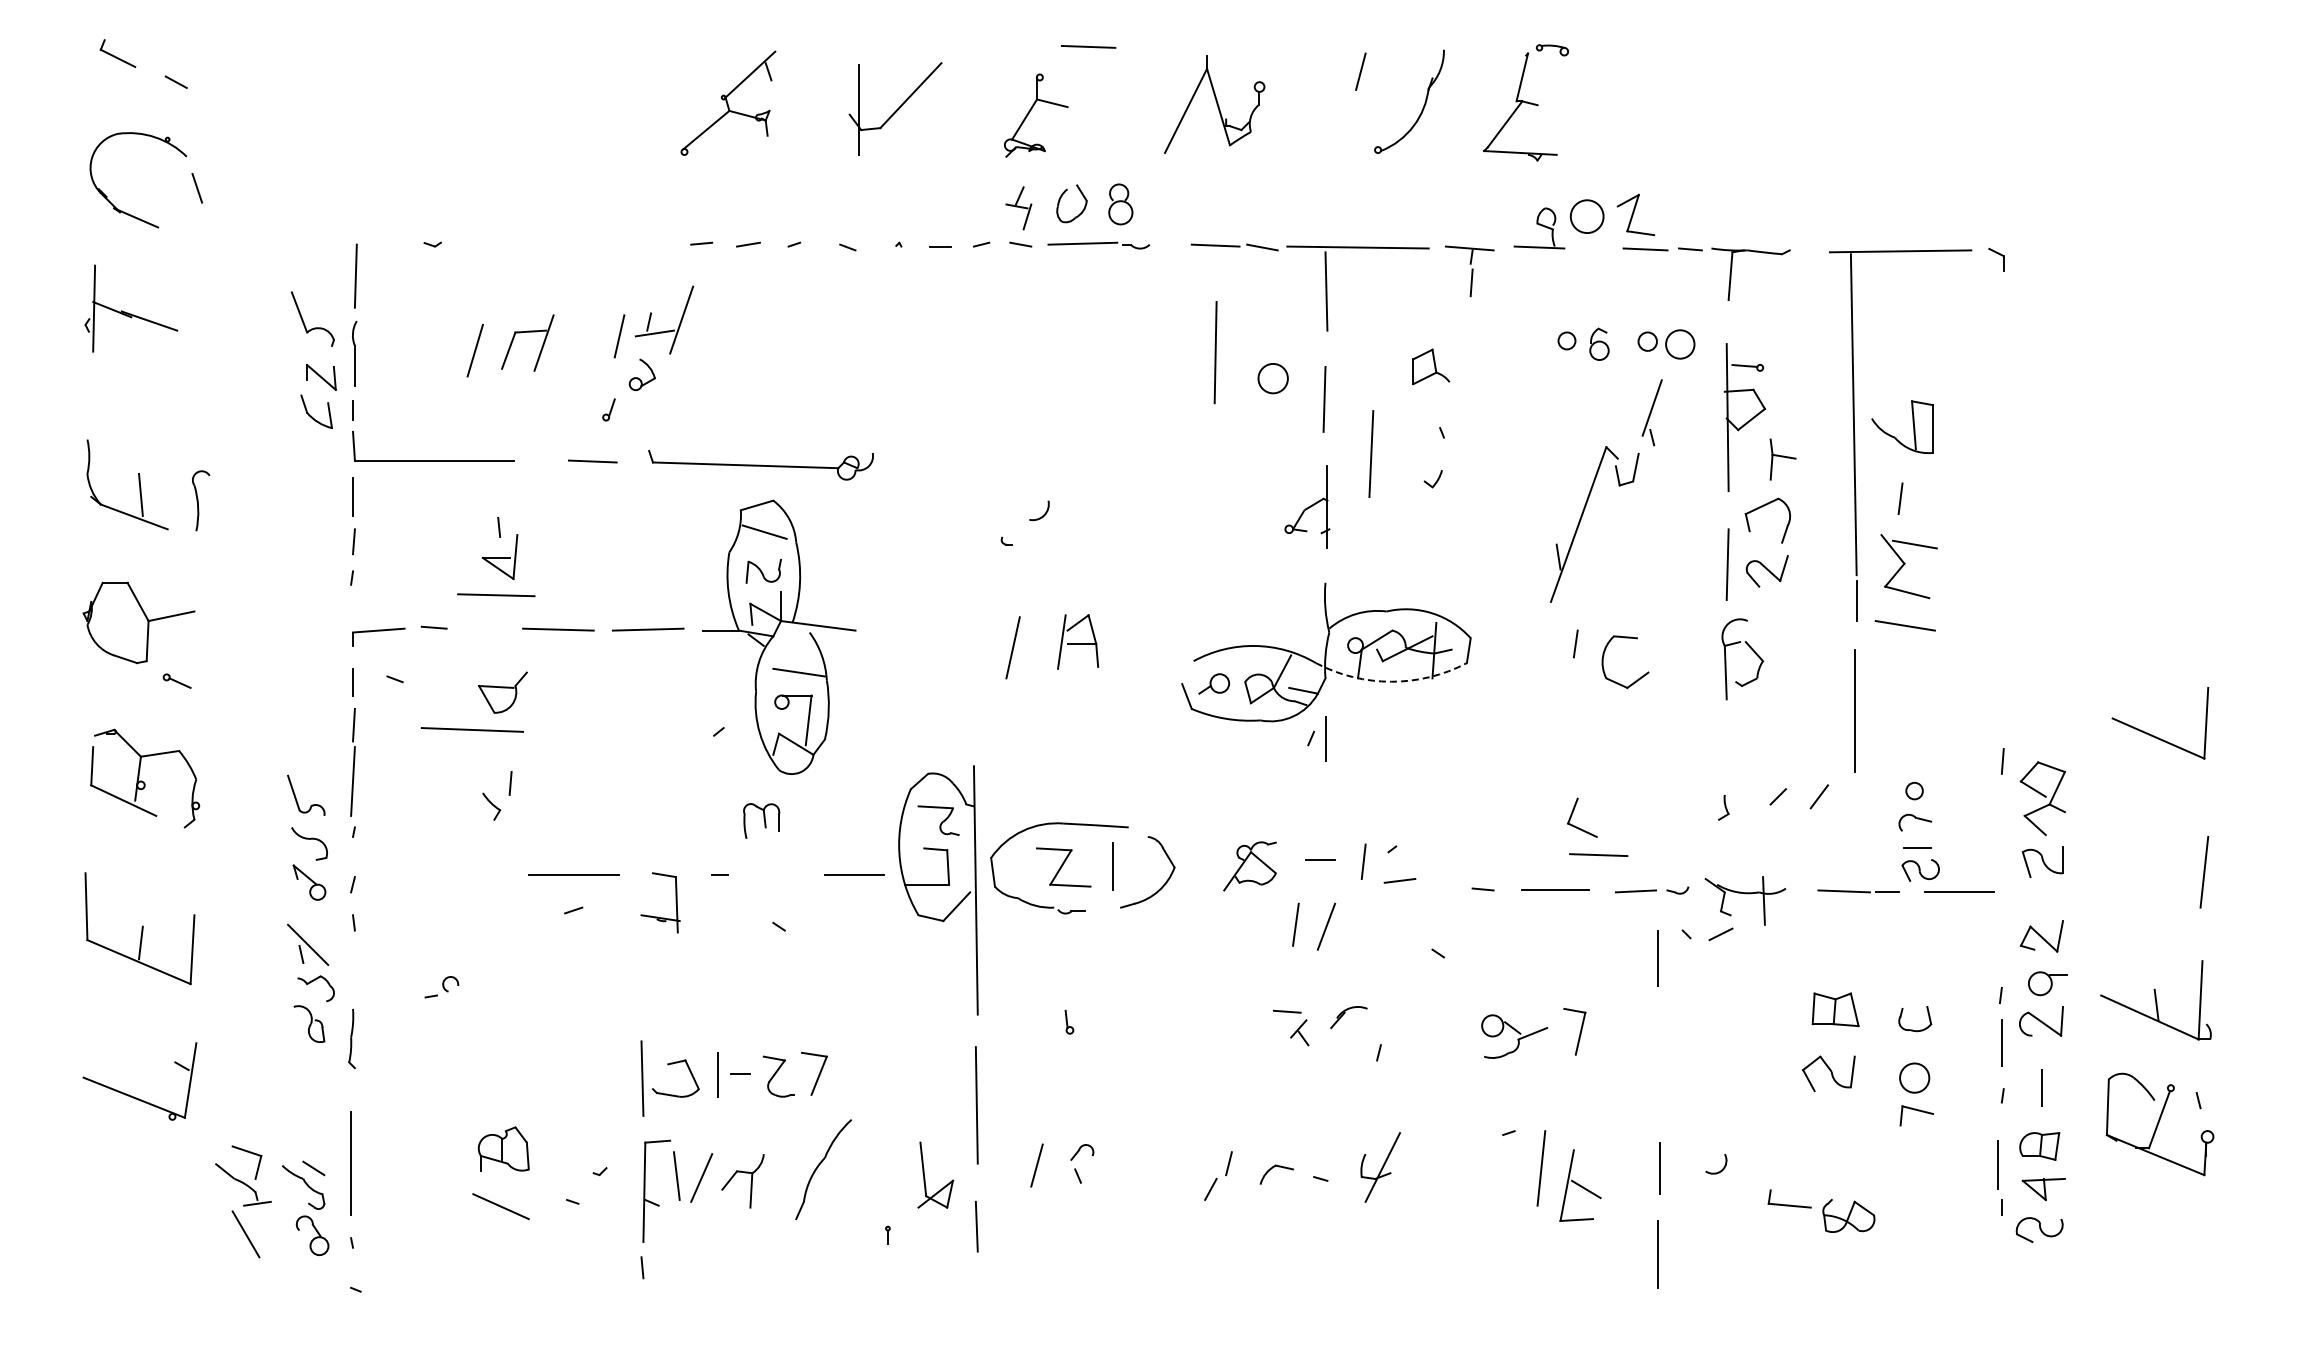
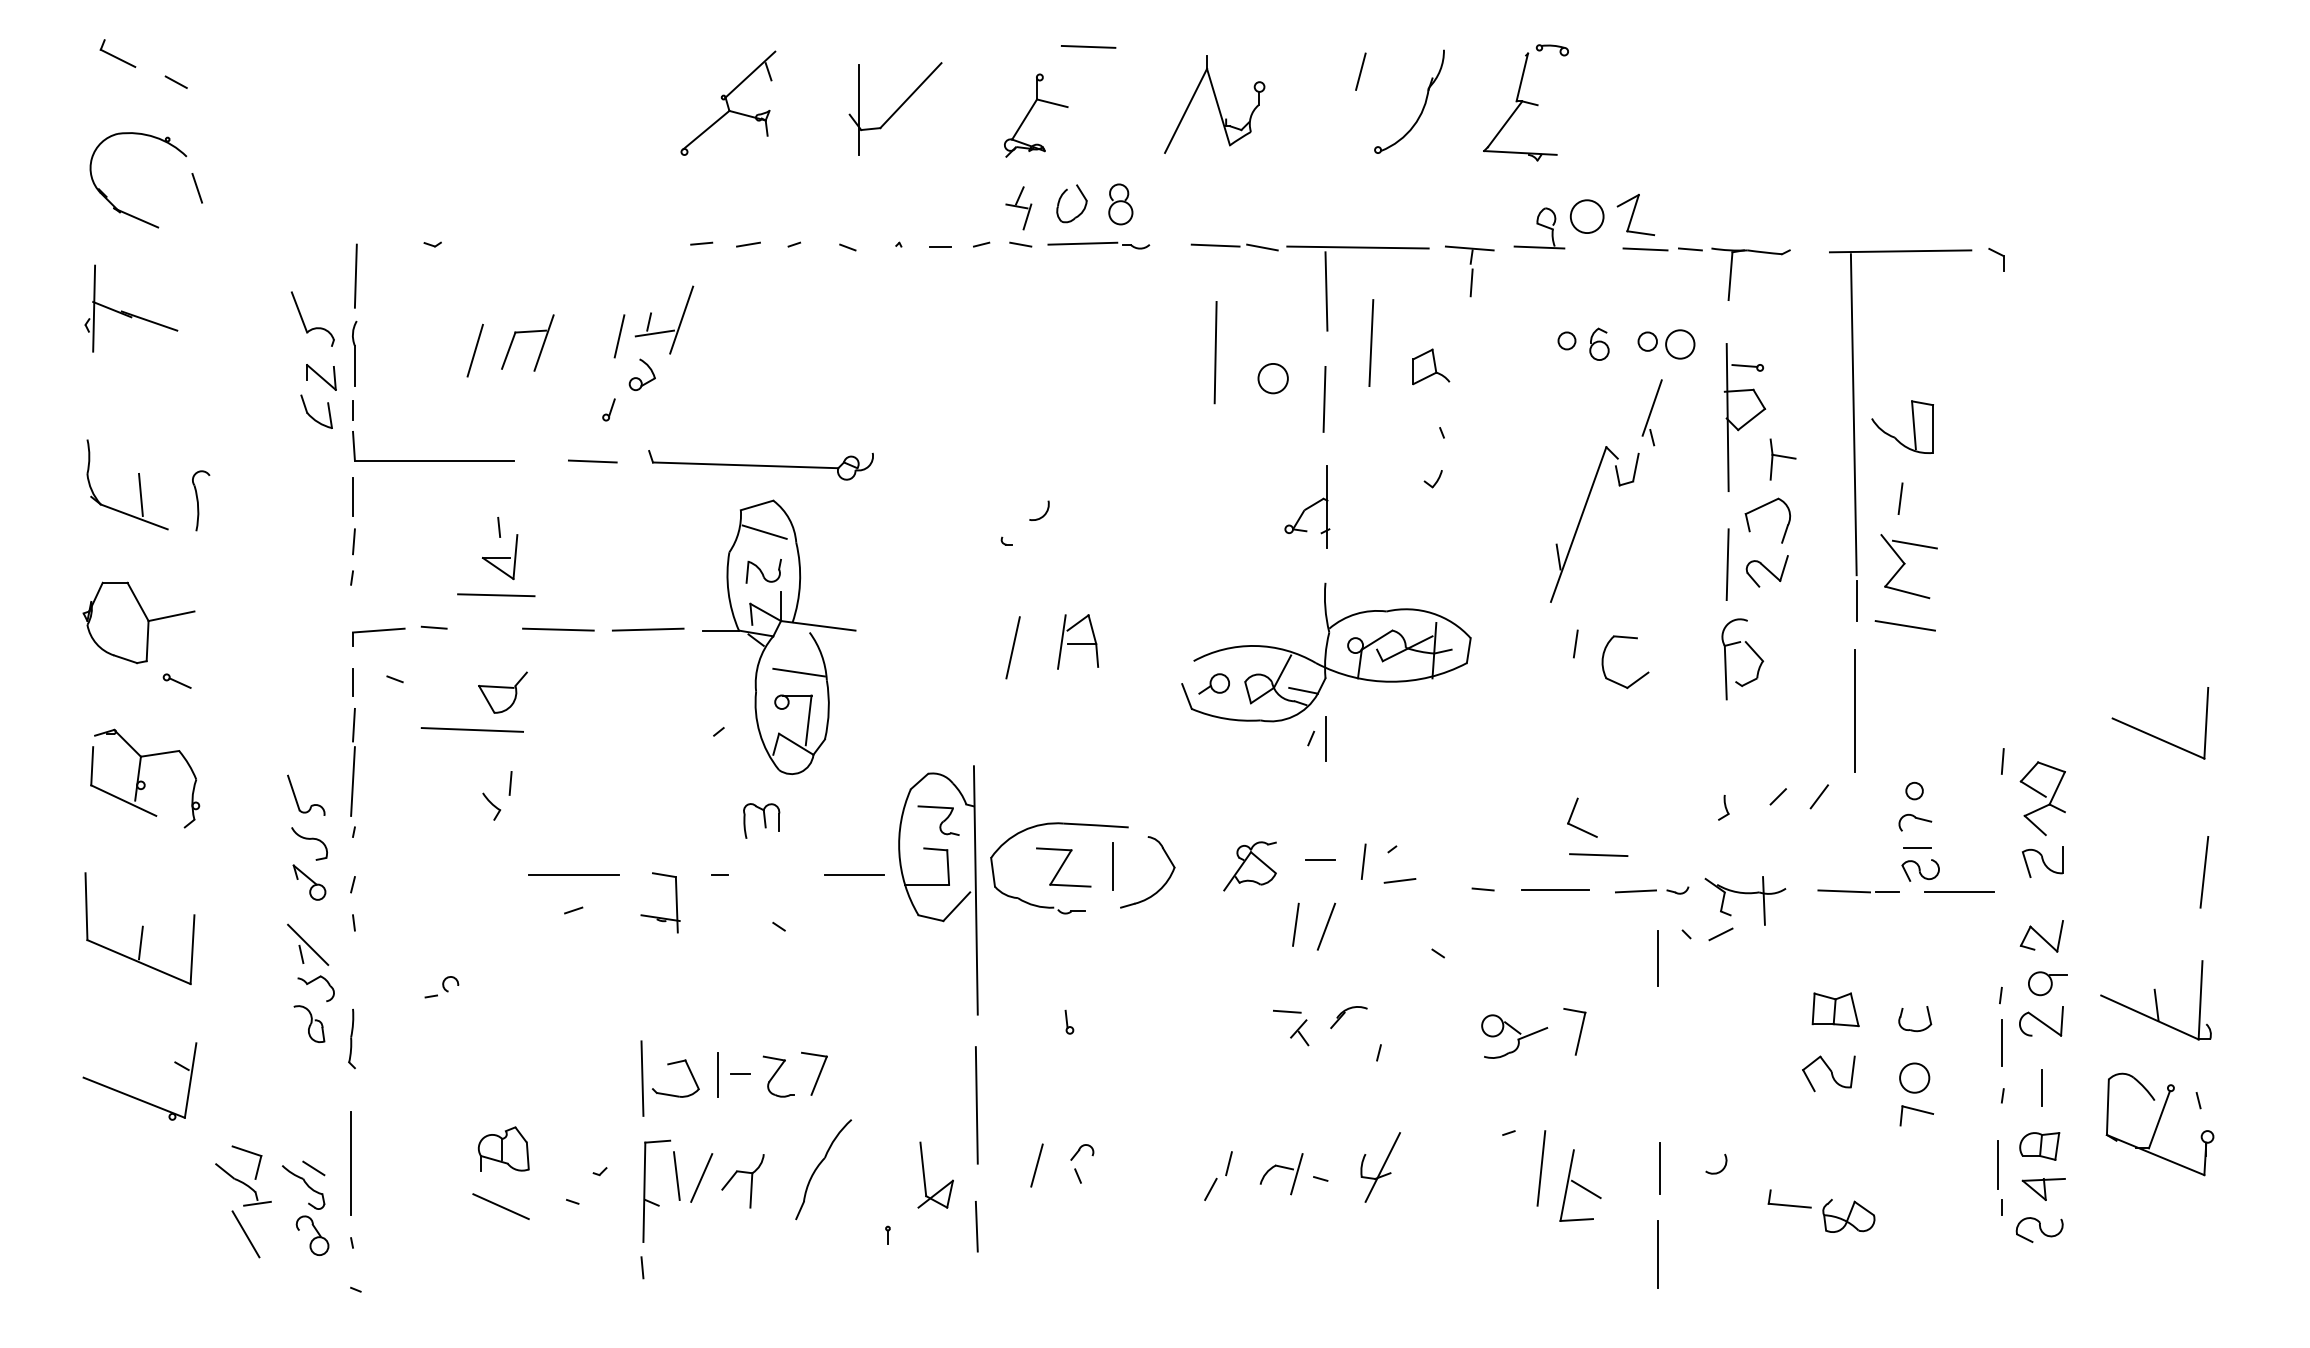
line at (1371, 453) position: (1371, 453) -> (1371, 342)
arc at (1391, 681): dashed -> solid
line at (1296, 1174): none -> present
